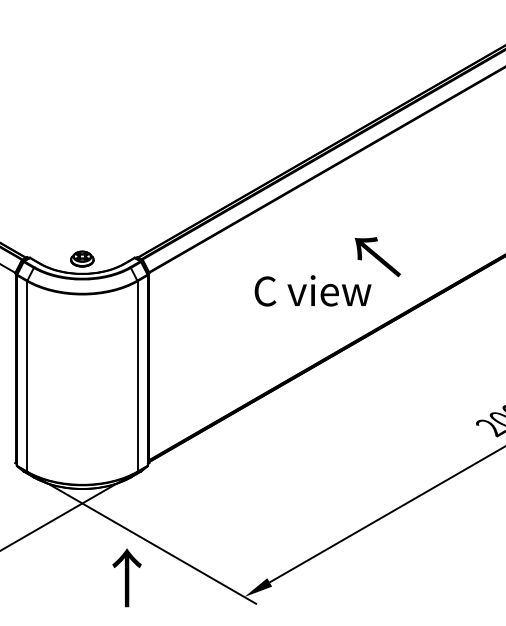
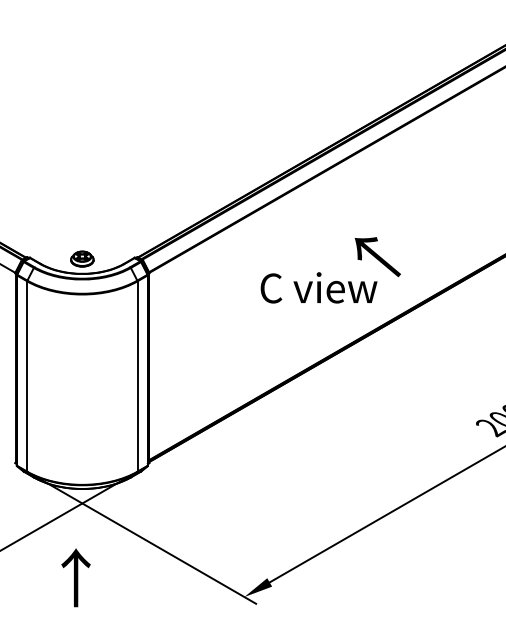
text at (312, 290) position: (312, 290) -> (318, 287)
text at (126, 577) position: (126, 577) -> (75, 577)
